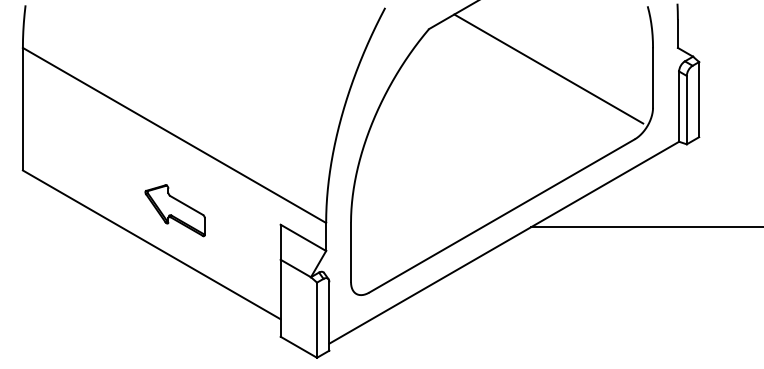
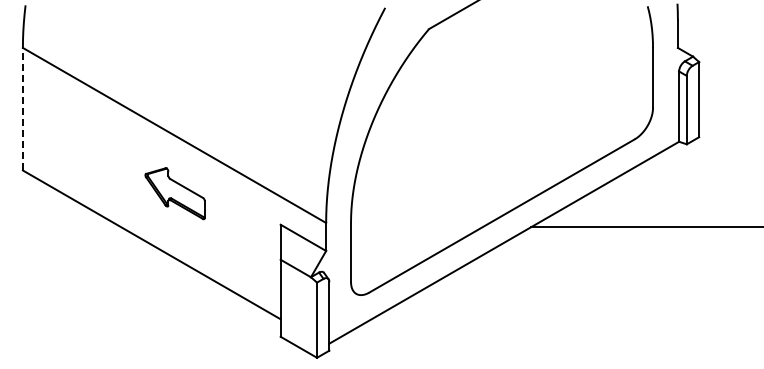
line at (548, 68): present -> none
line at (22, 108): solid -> dashed
part at (174, 210) position: (174, 210) -> (174, 193)
